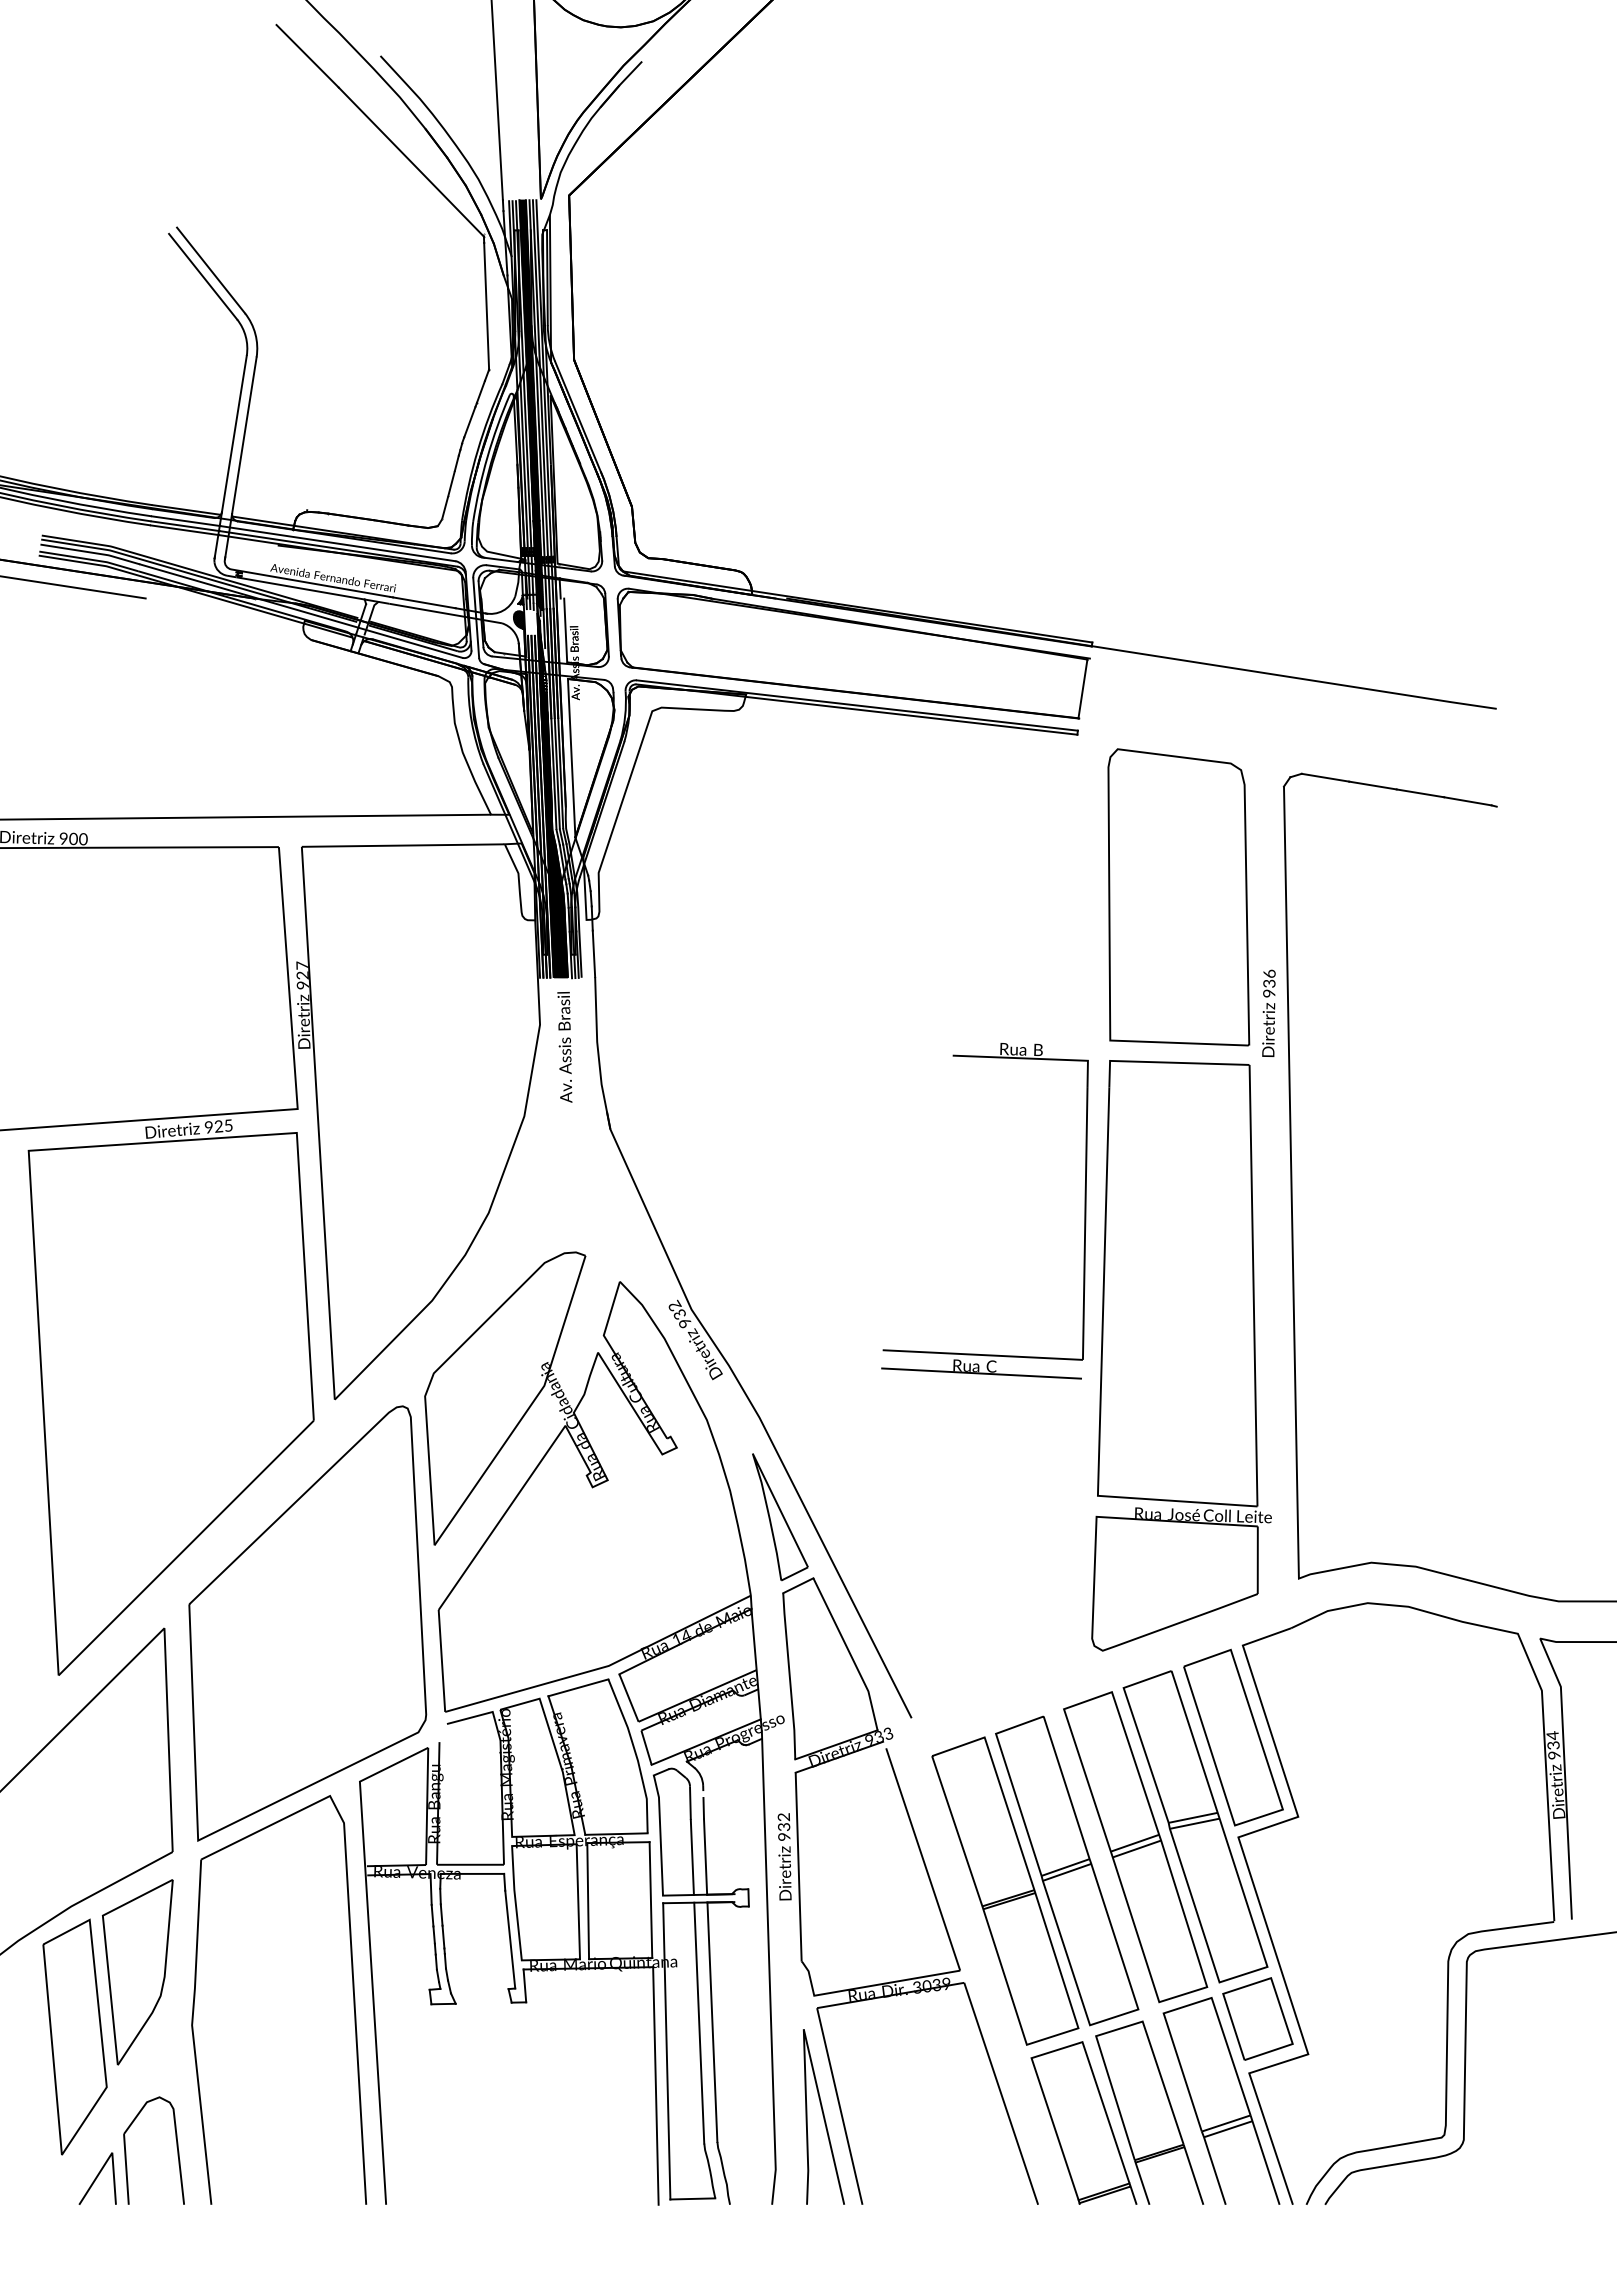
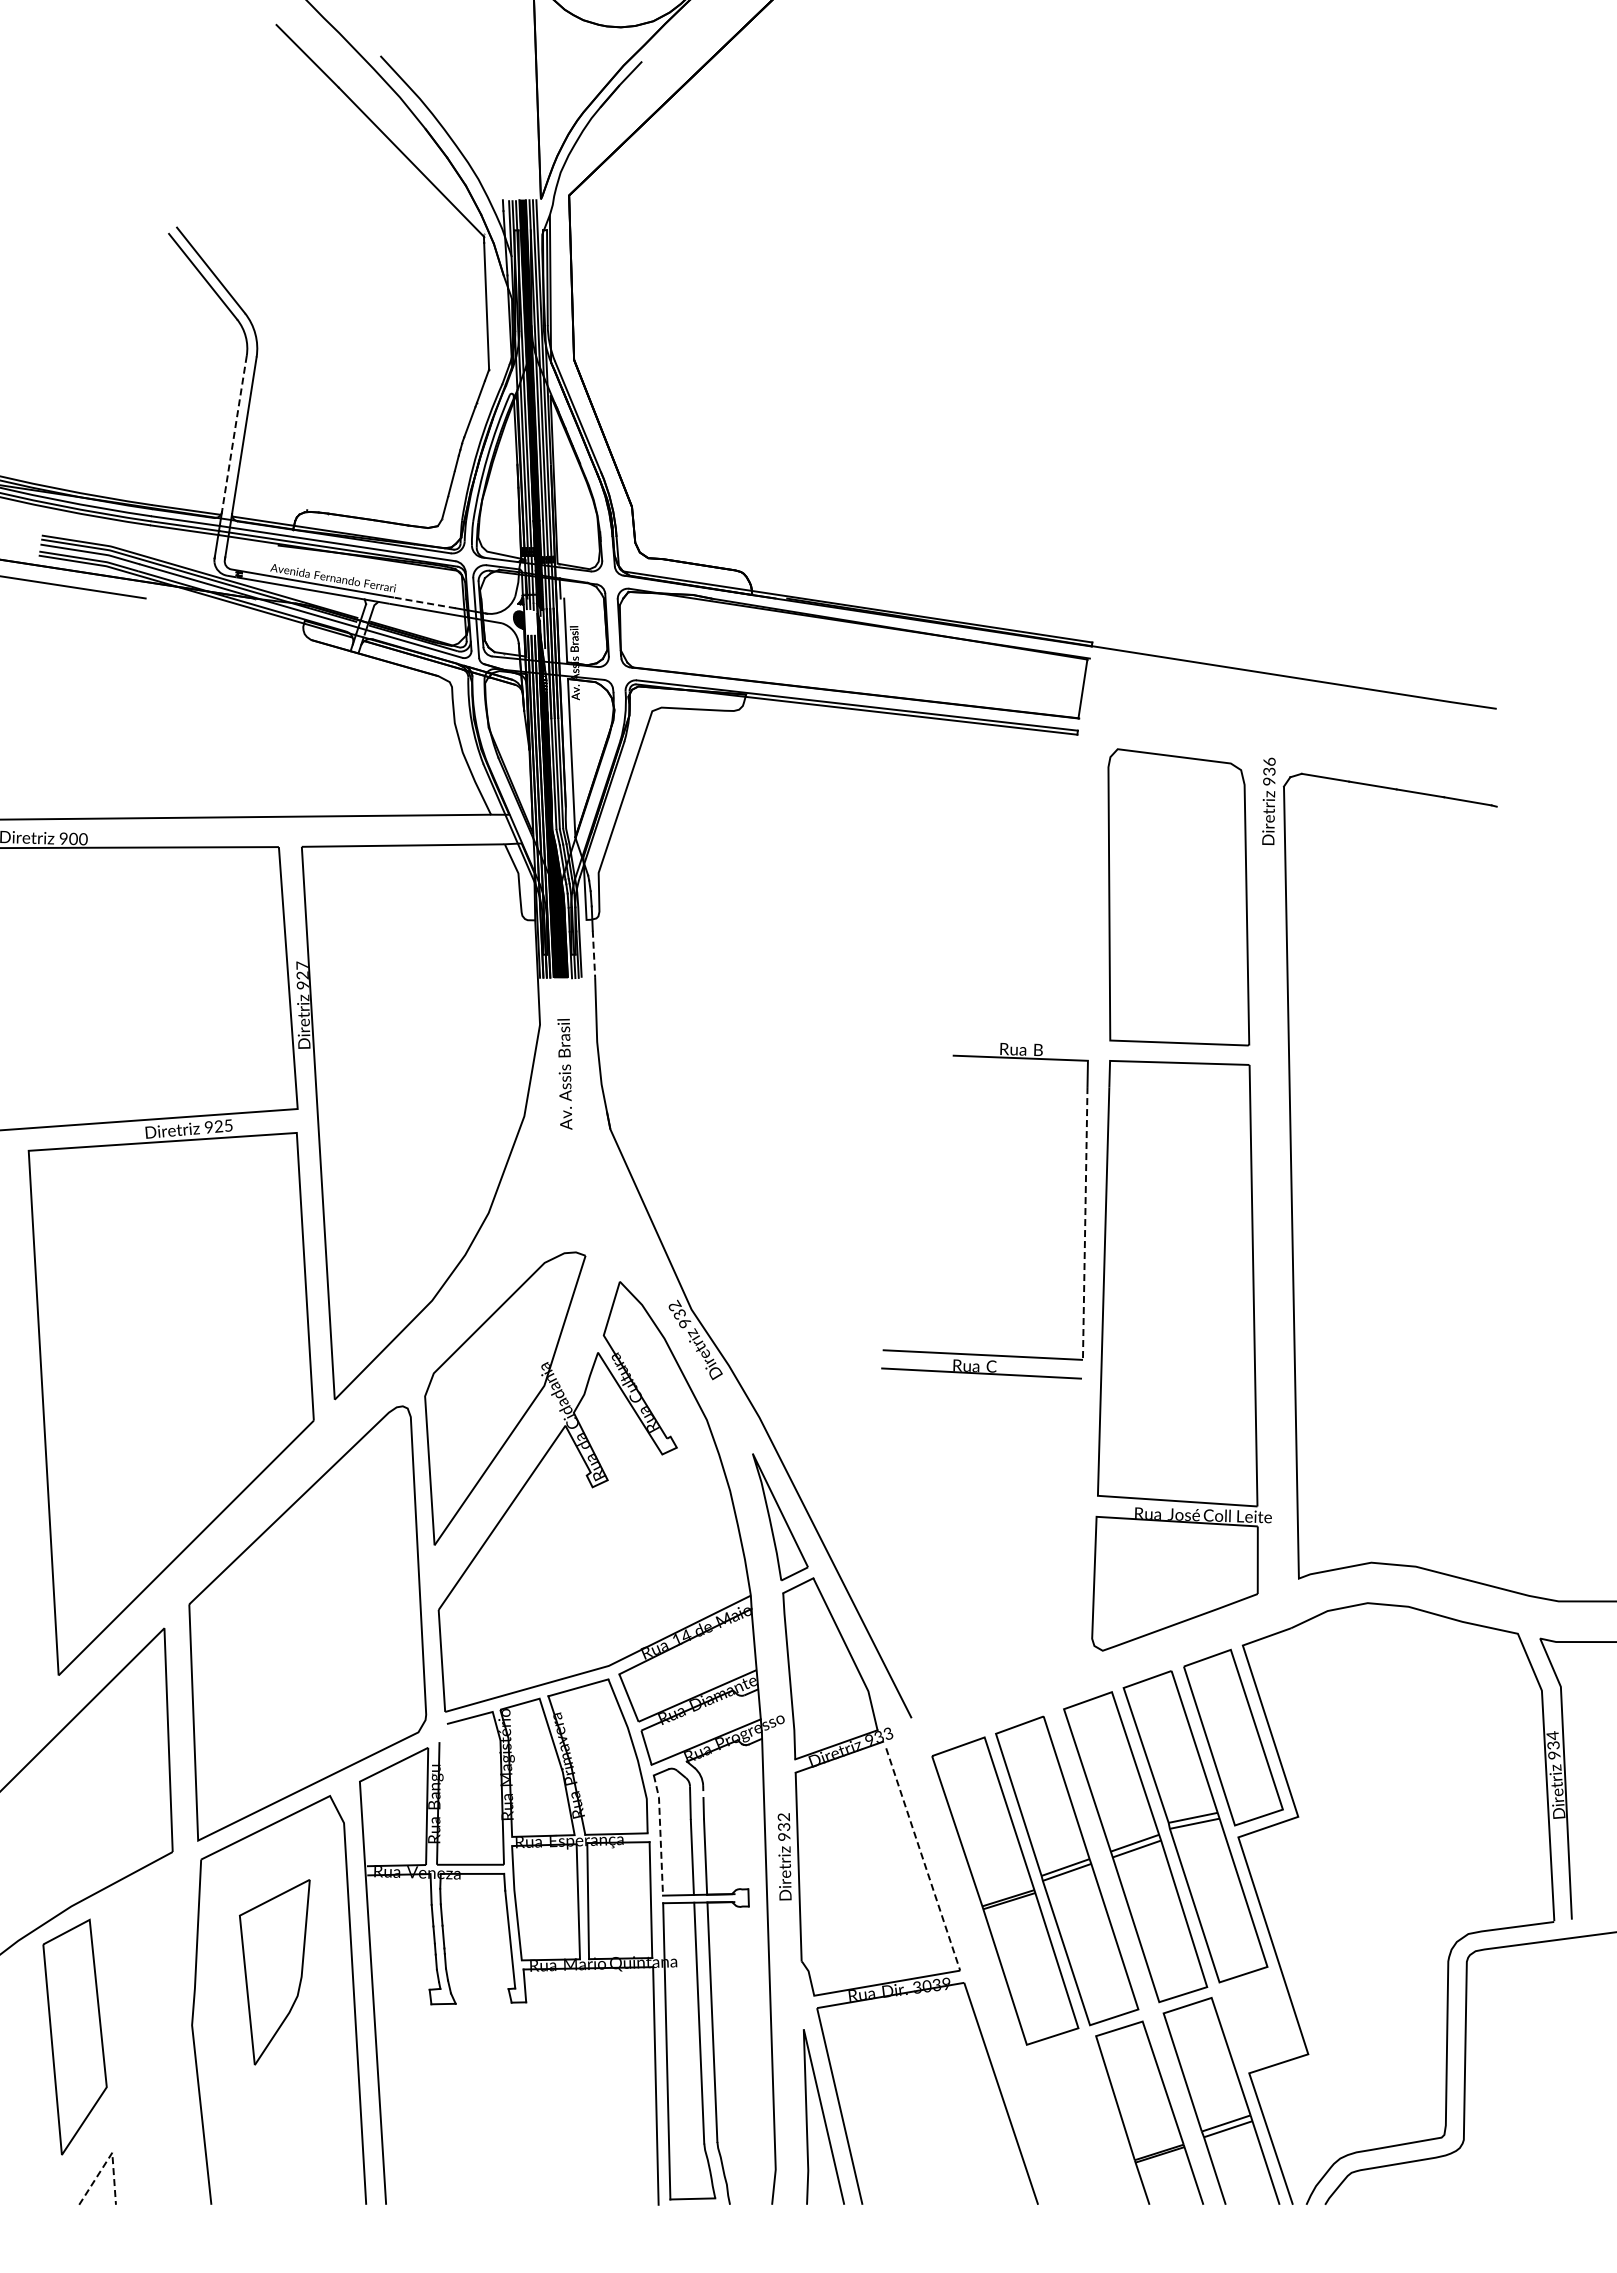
line at (496, 101): present -> none
line at (234, 434): solid -> dashed
line at (424, 602): solid -> dashed
line at (593, 954): solid -> dashed
text at (1268, 1012) position: (1268, 1012) -> (1268, 800)
text at (564, 1047) position: (564, 1047) -> (564, 1074)
line at (1085, 1223): solid -> dashed
line at (660, 1835): solid -> dashed
line at (923, 1859): solid -> dashed
part at (137, 1972) position: (137, 1972) -> (274, 1972)
part at (1257, 2018): present -> none
part at (1083, 2122): present -> none
part at (176, 2147): present -> none
line at (110, 2156): solid -> dashed
